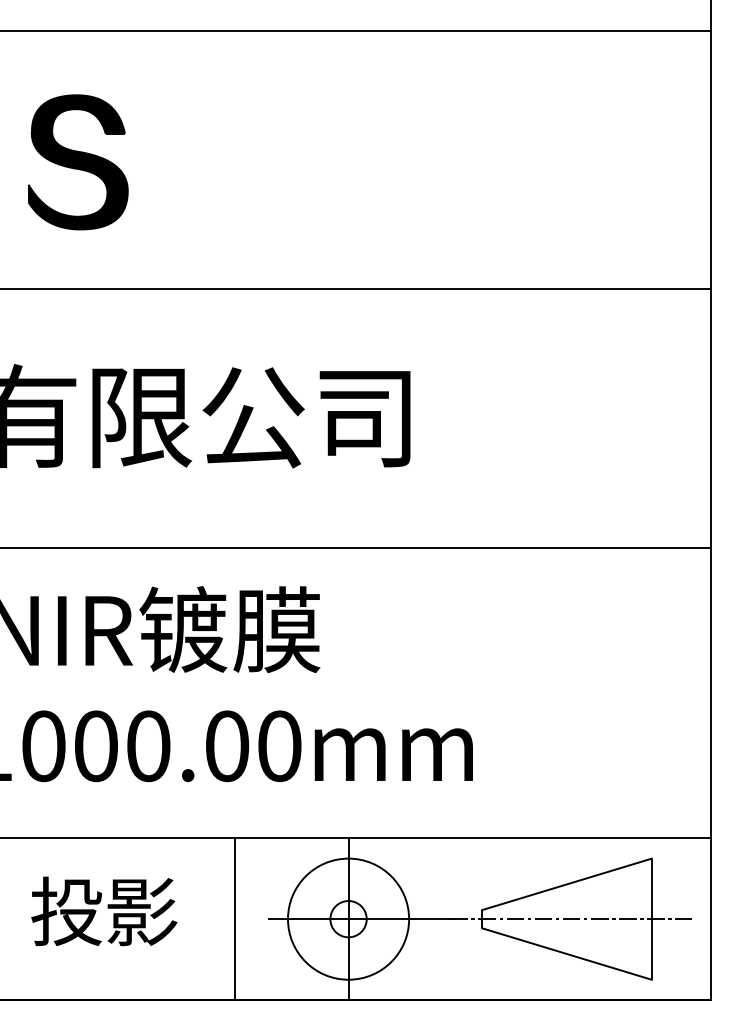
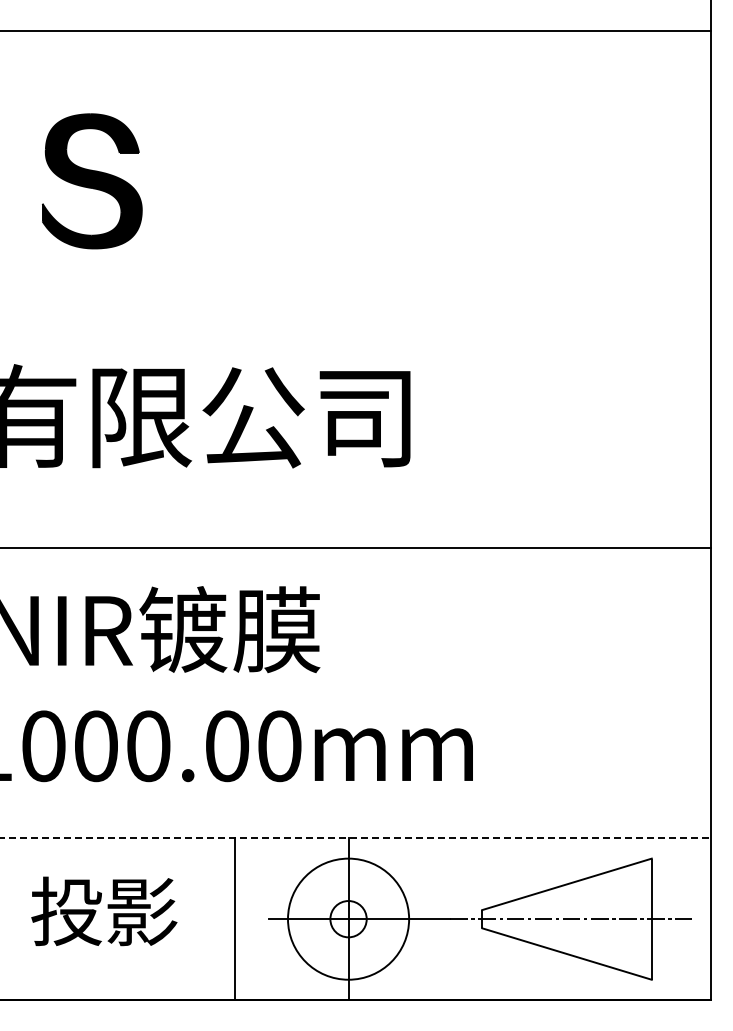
part at (78, 162) position: (78, 162) -> (92, 181)
line at (356, 289): present -> none
line at (355, 838): solid -> dashed
